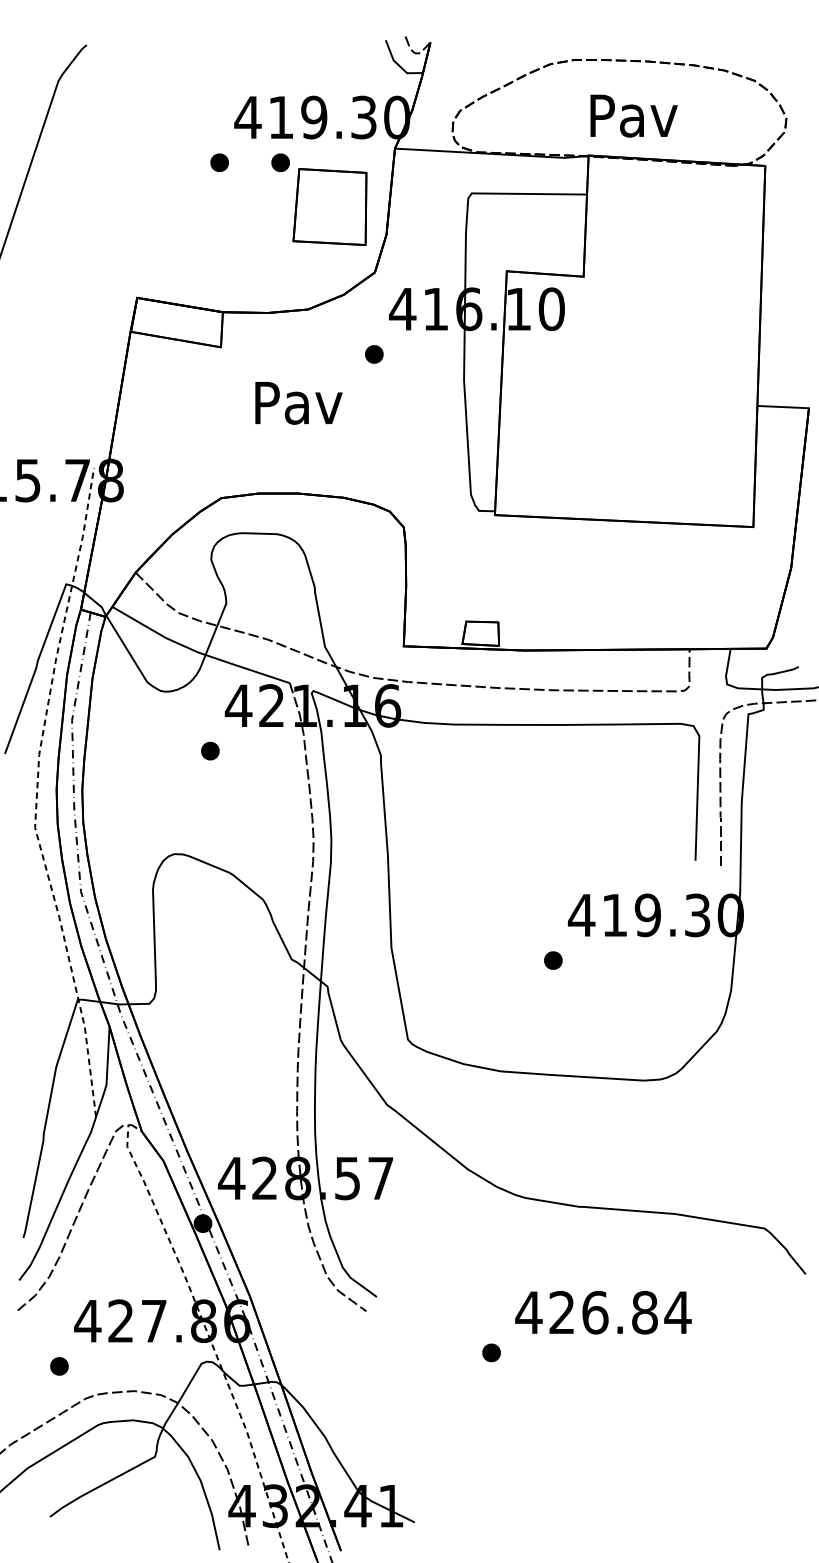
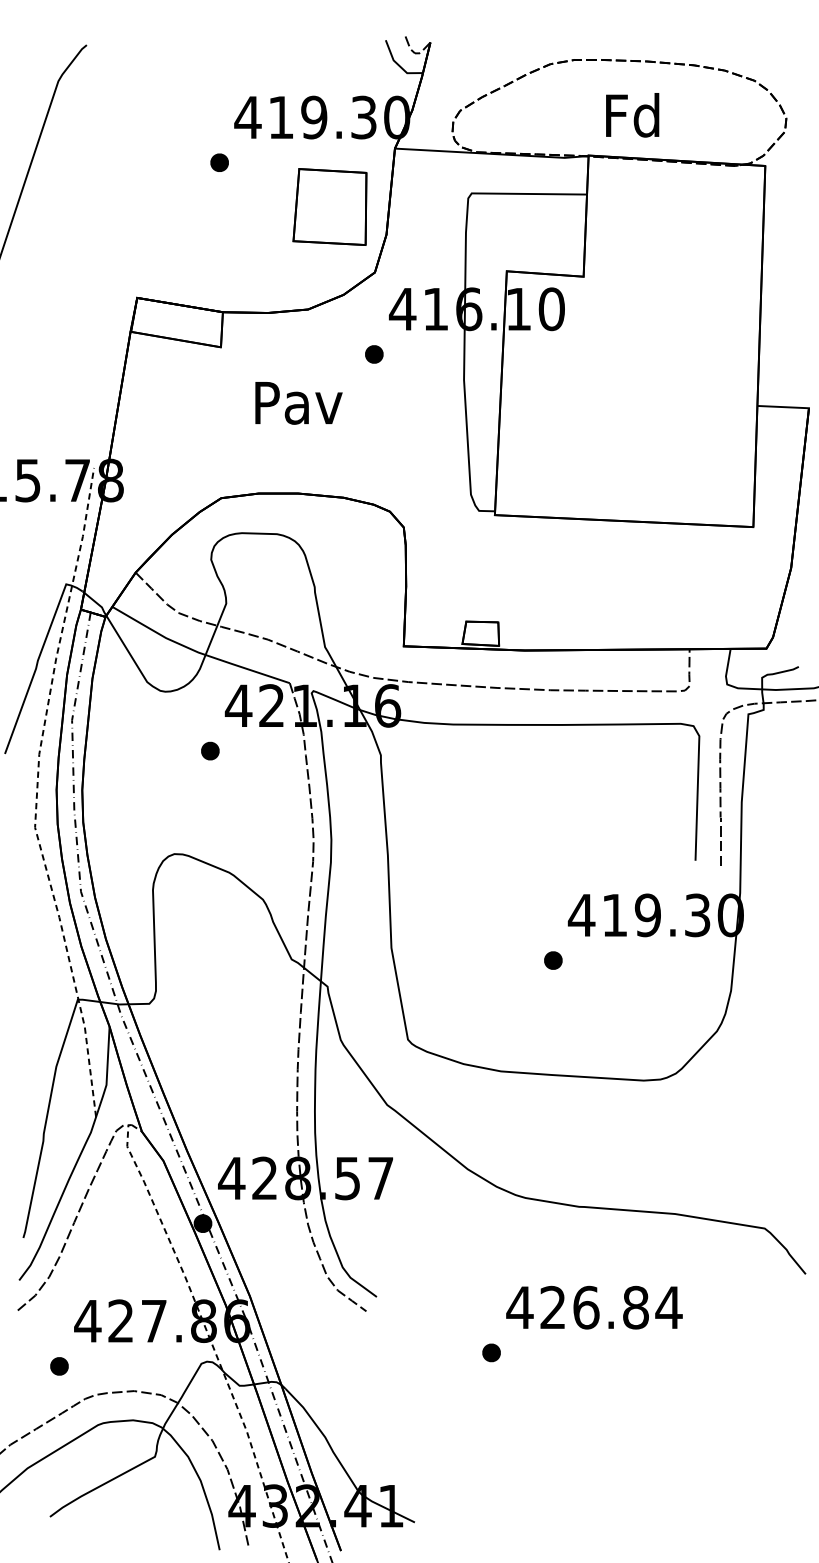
text at (633, 115): Pav -> Fd
part at (280, 162): present -> none
text at (603, 1312) position: (603, 1312) -> (594, 1307)
